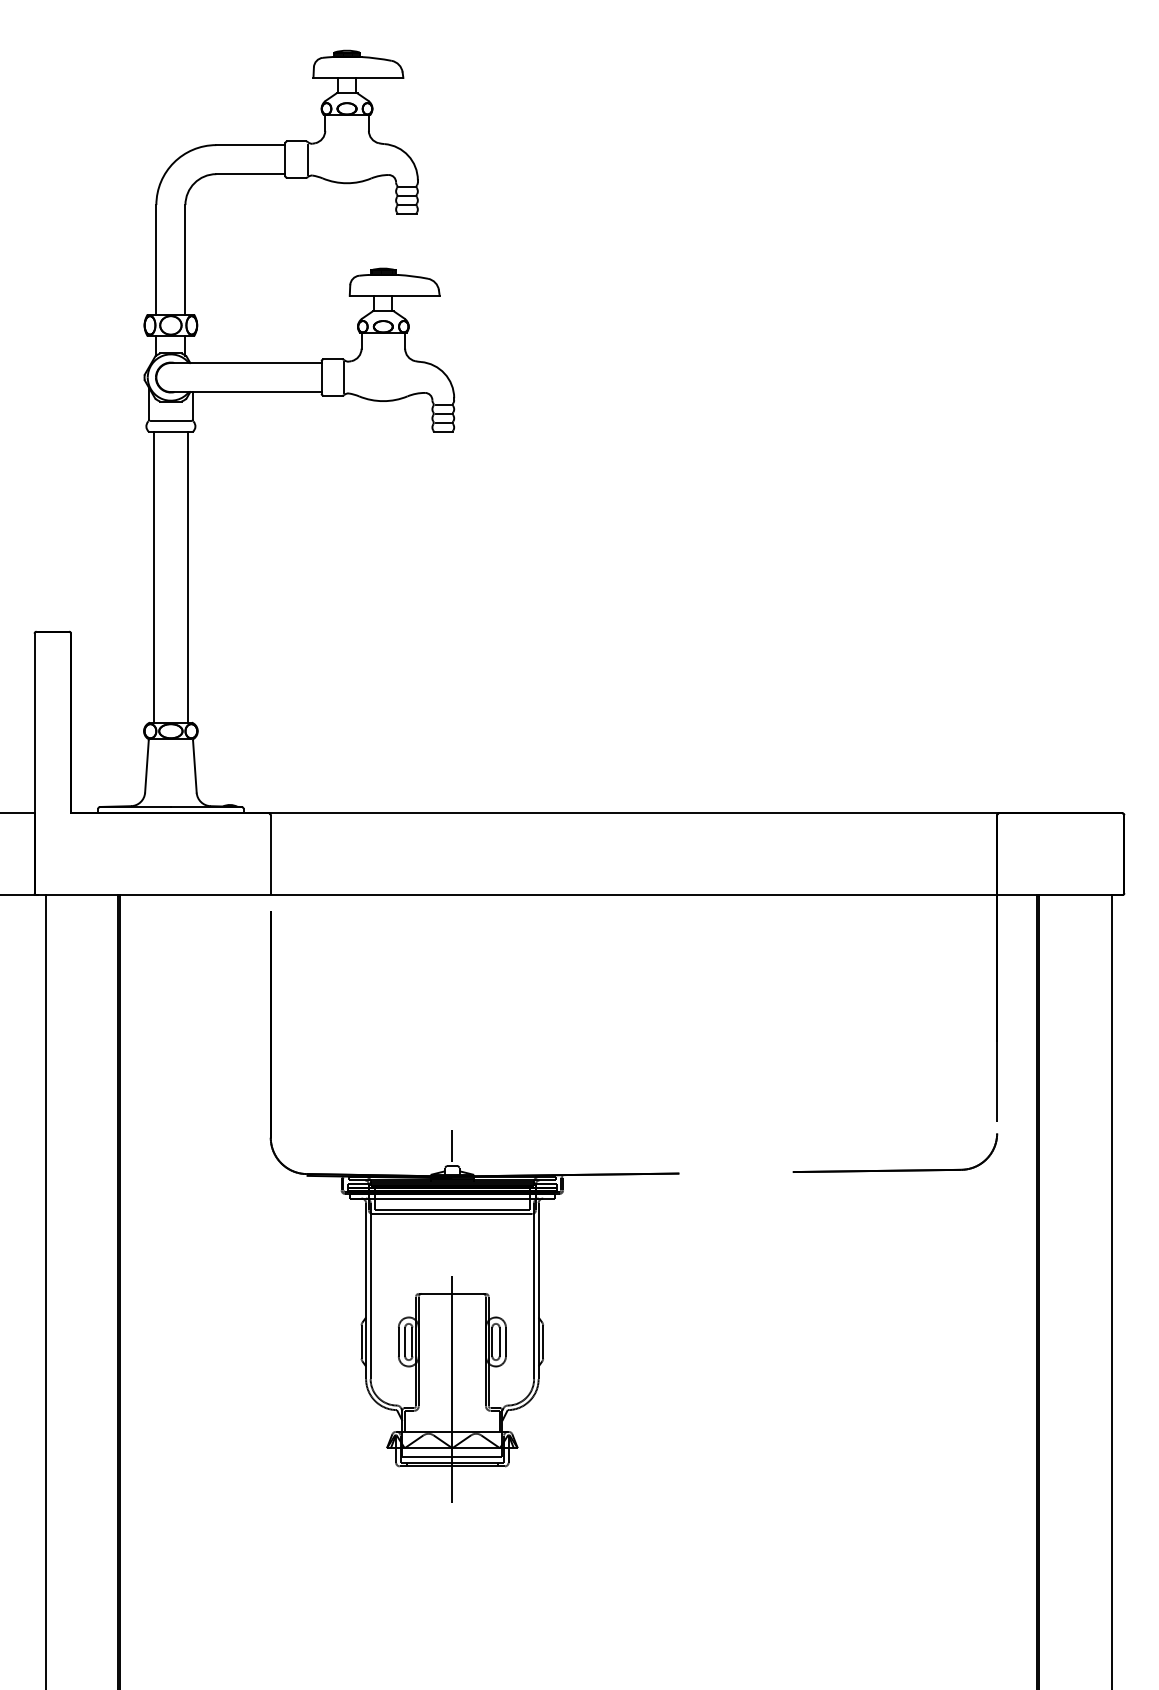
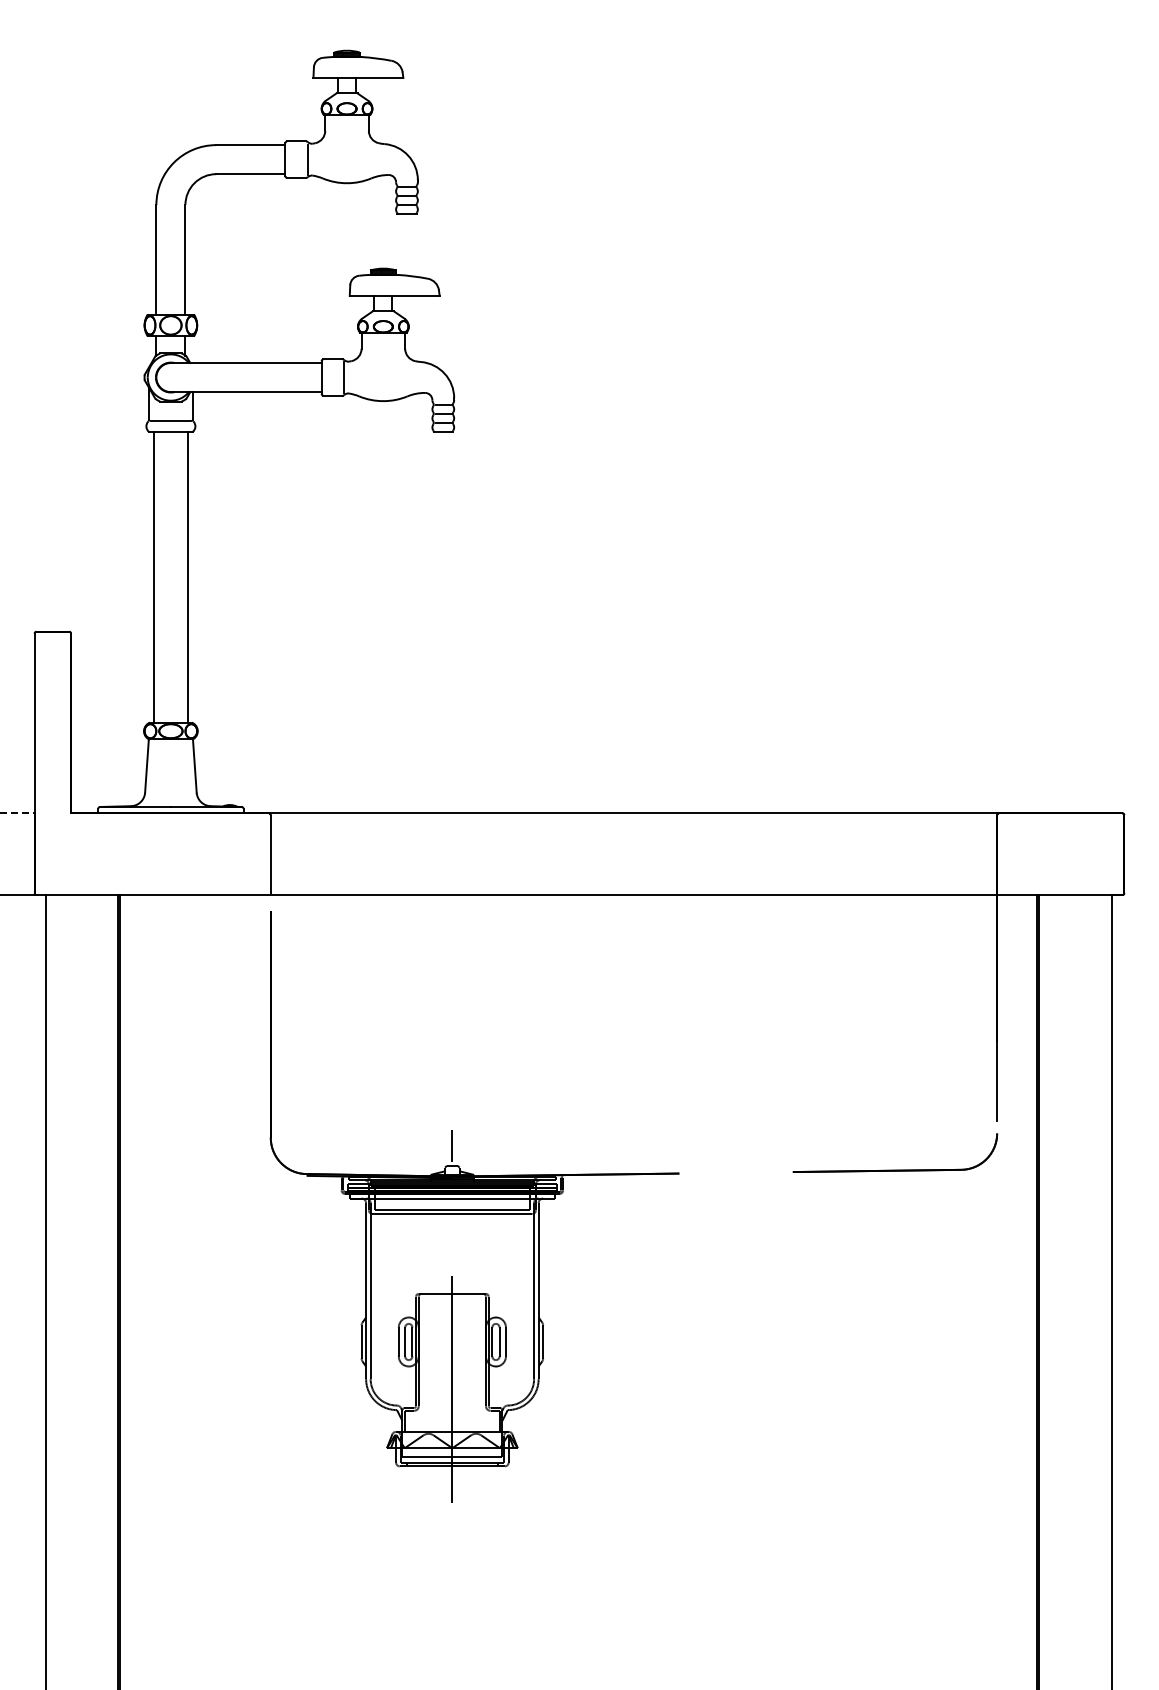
line at (17, 813): solid -> dashed
